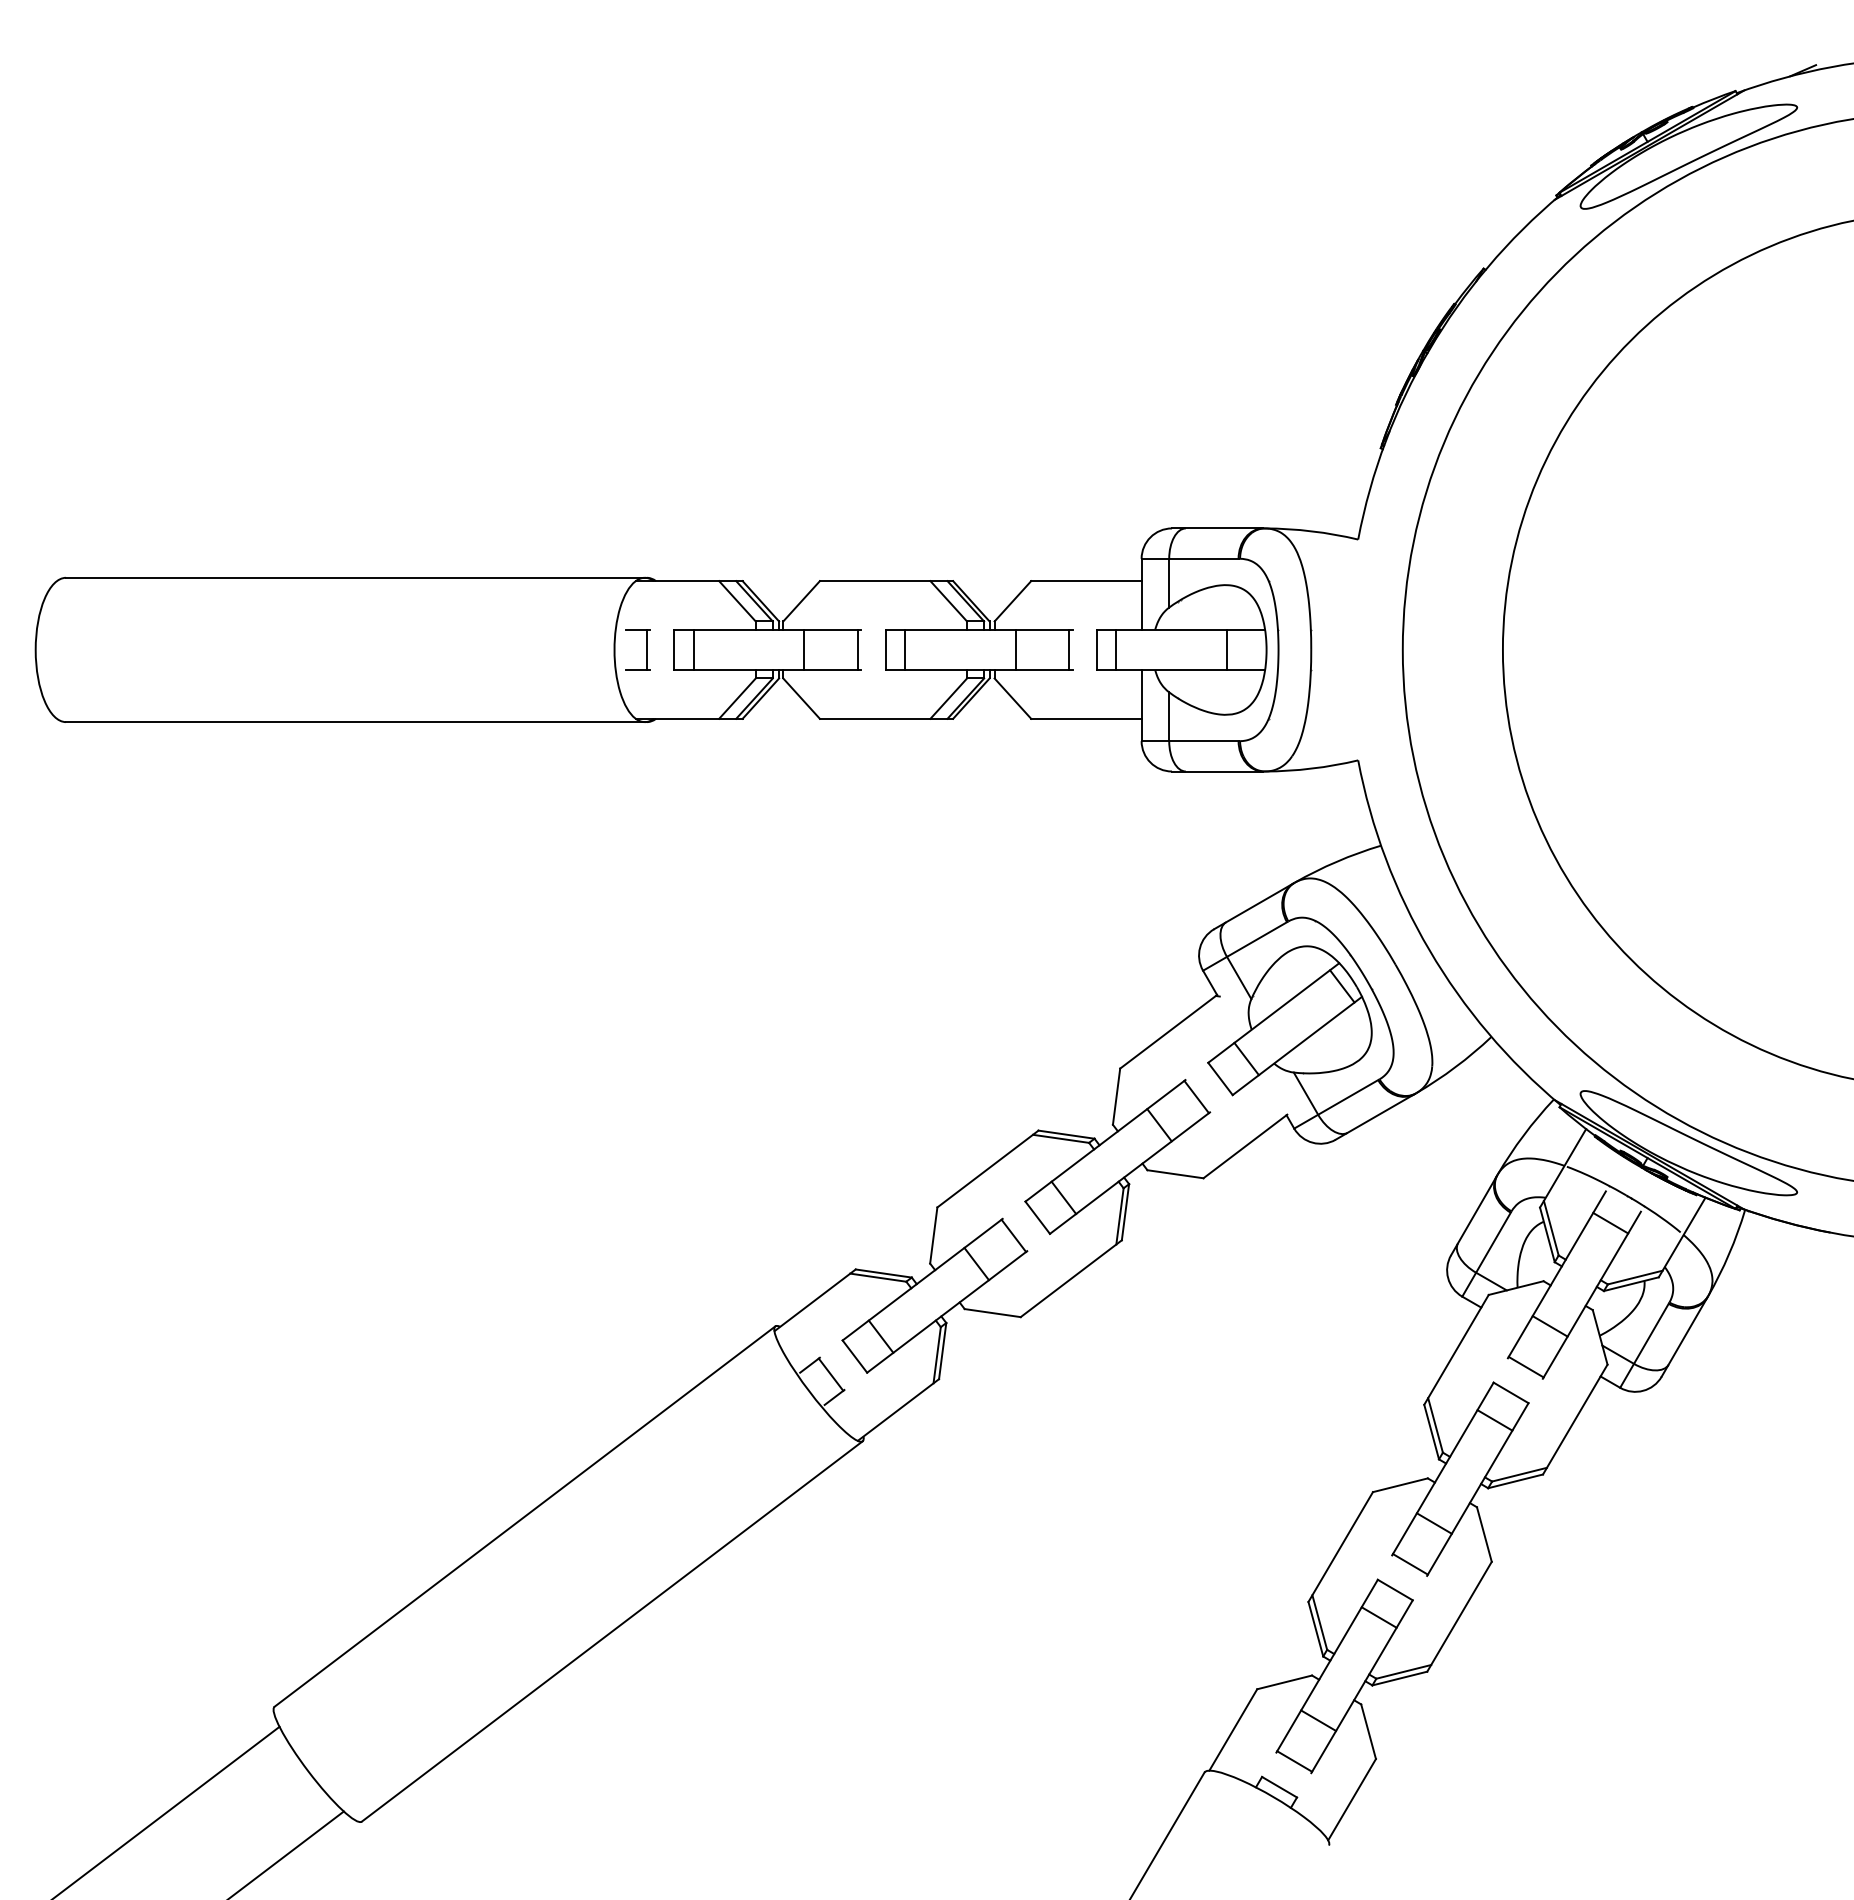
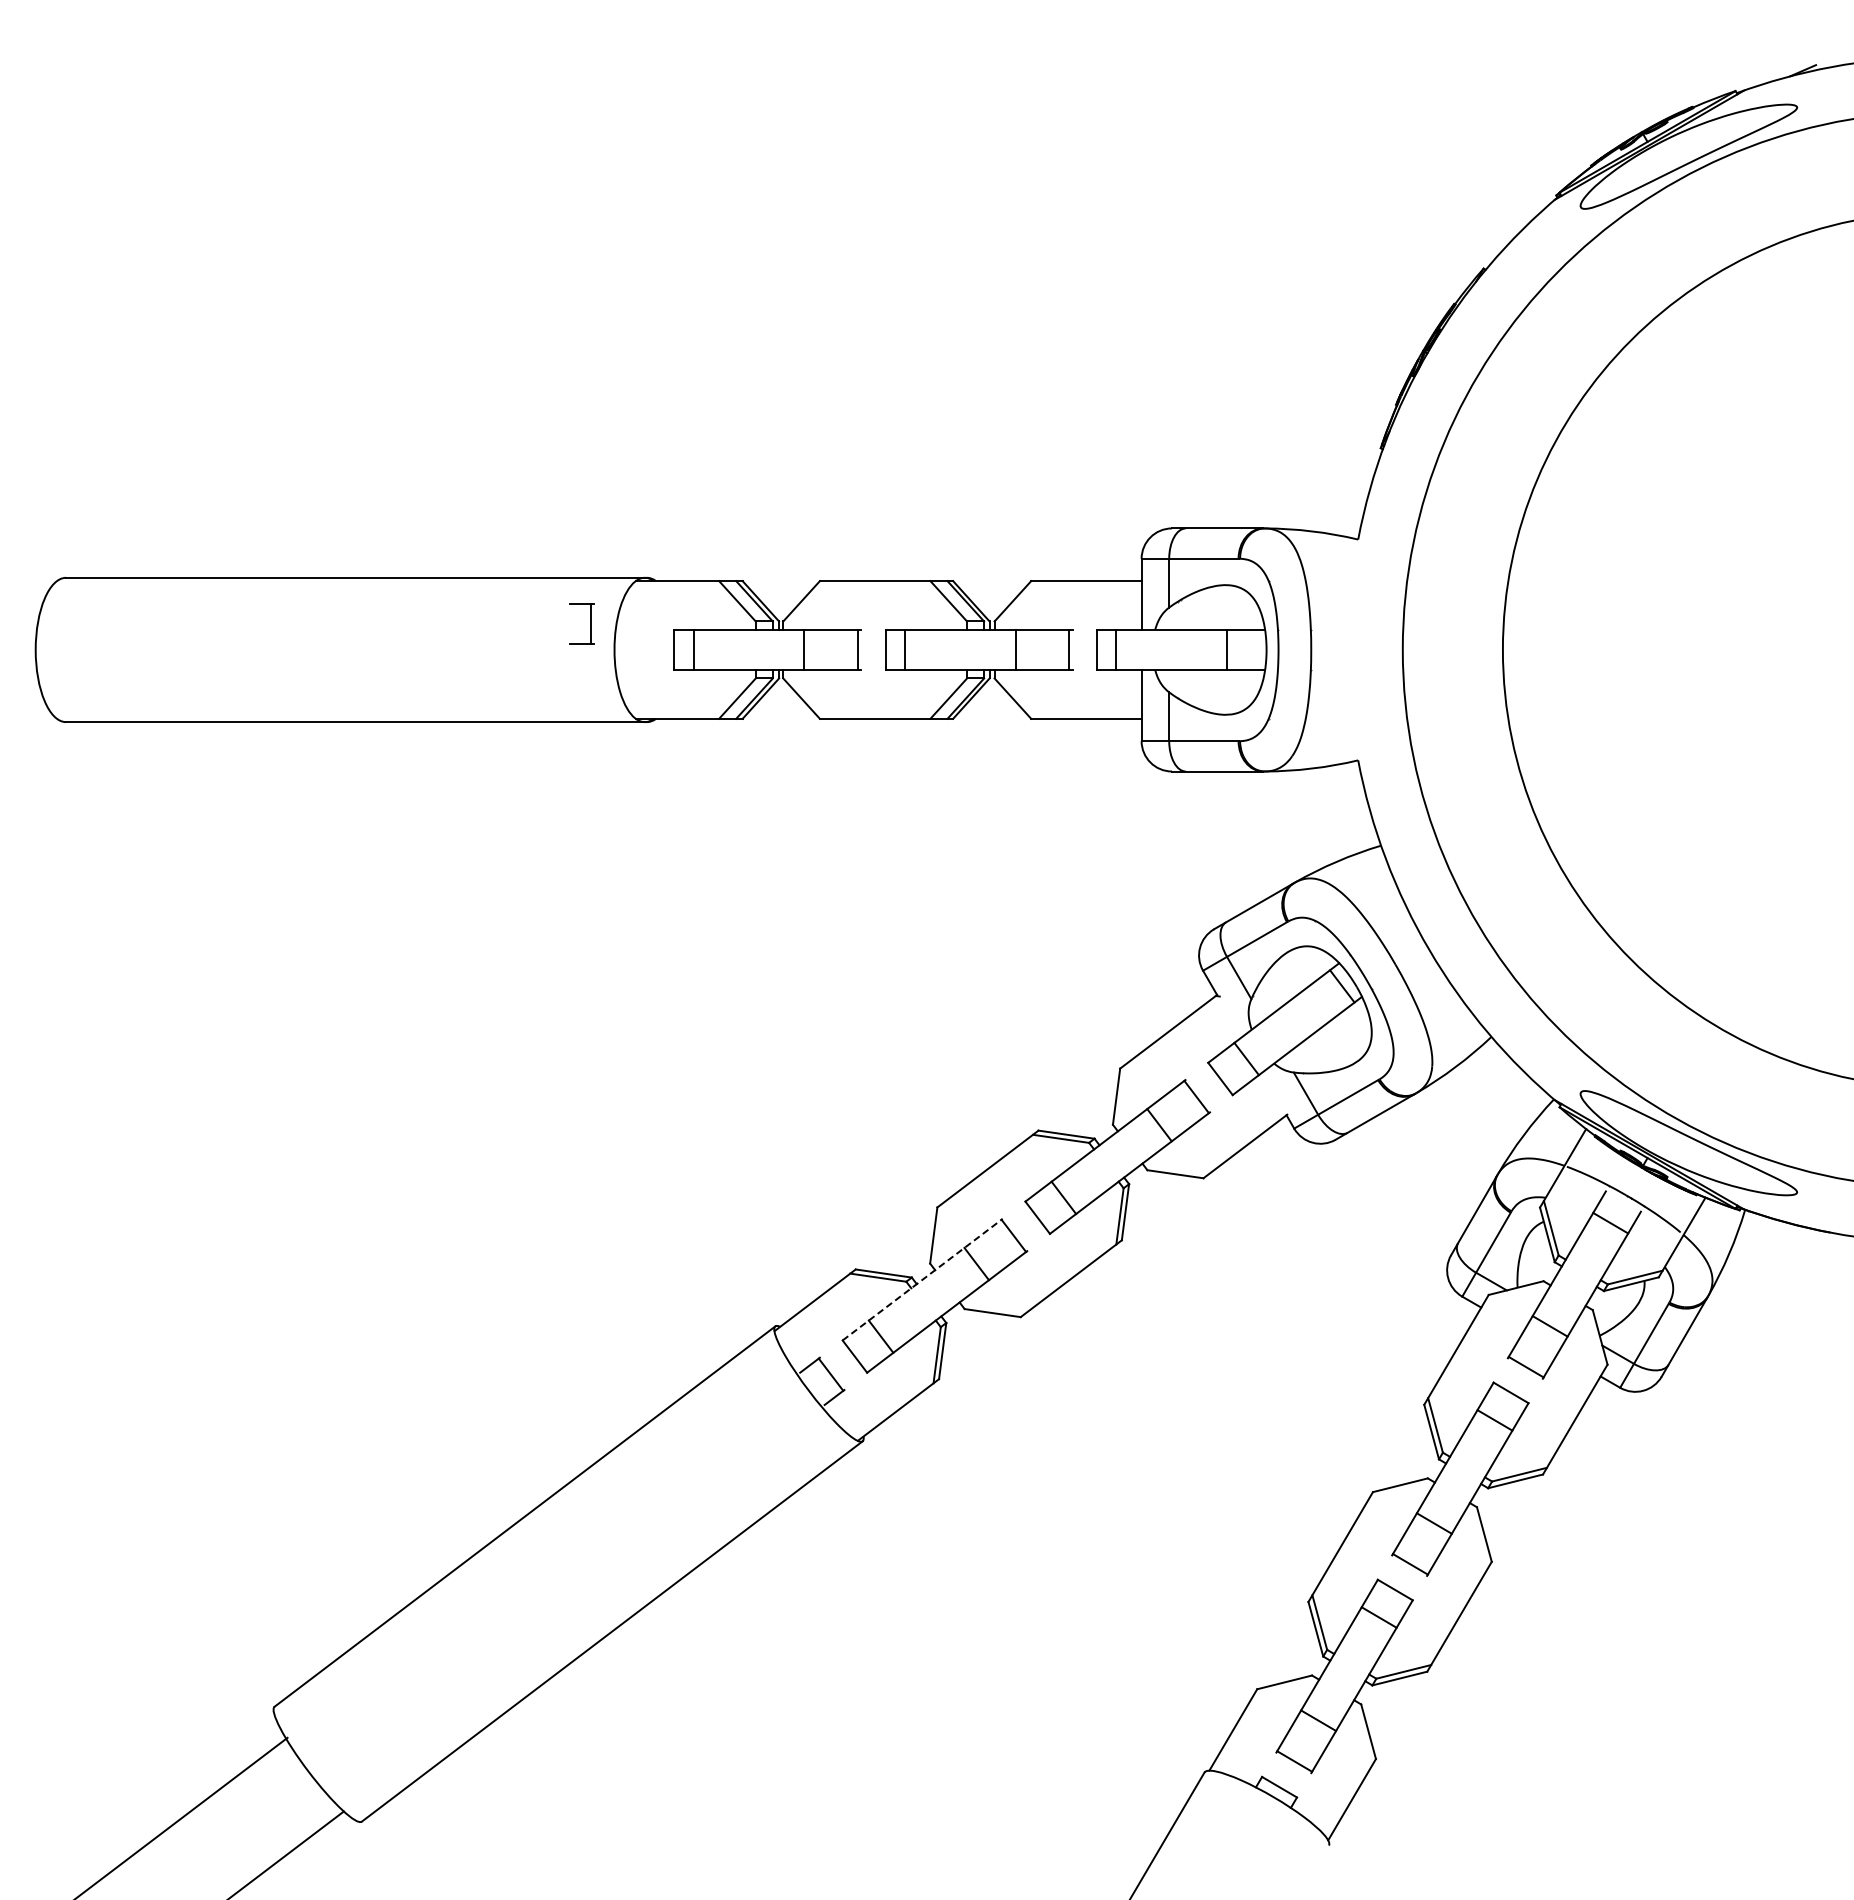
part at (646, 649) position: (646, 649) -> (590, 623)
line at (922, 1279): solid -> dashed
line at (167, 1811) position: (167, 1811) -> (182, 1816)
